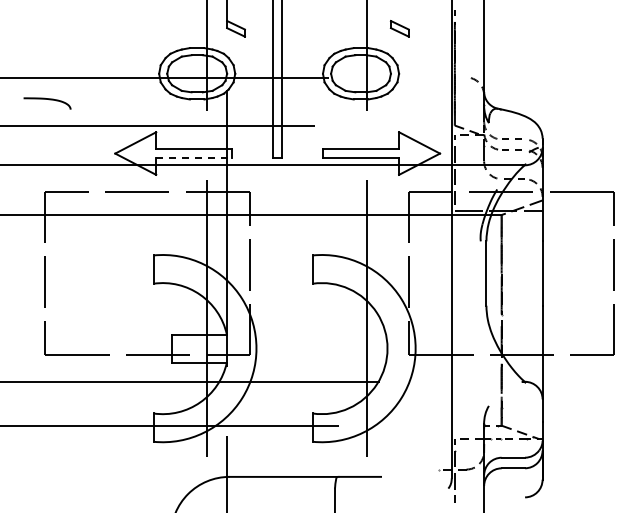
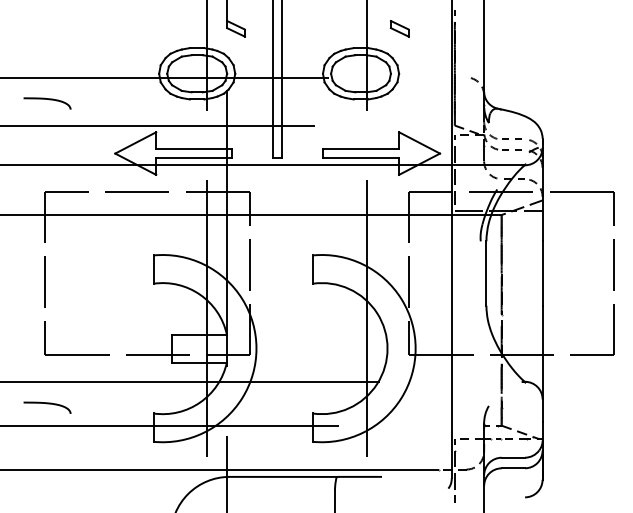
line at (194, 157): dashed -> solid
curve at (47, 404): none -> present
line at (220, 469): none -> present
